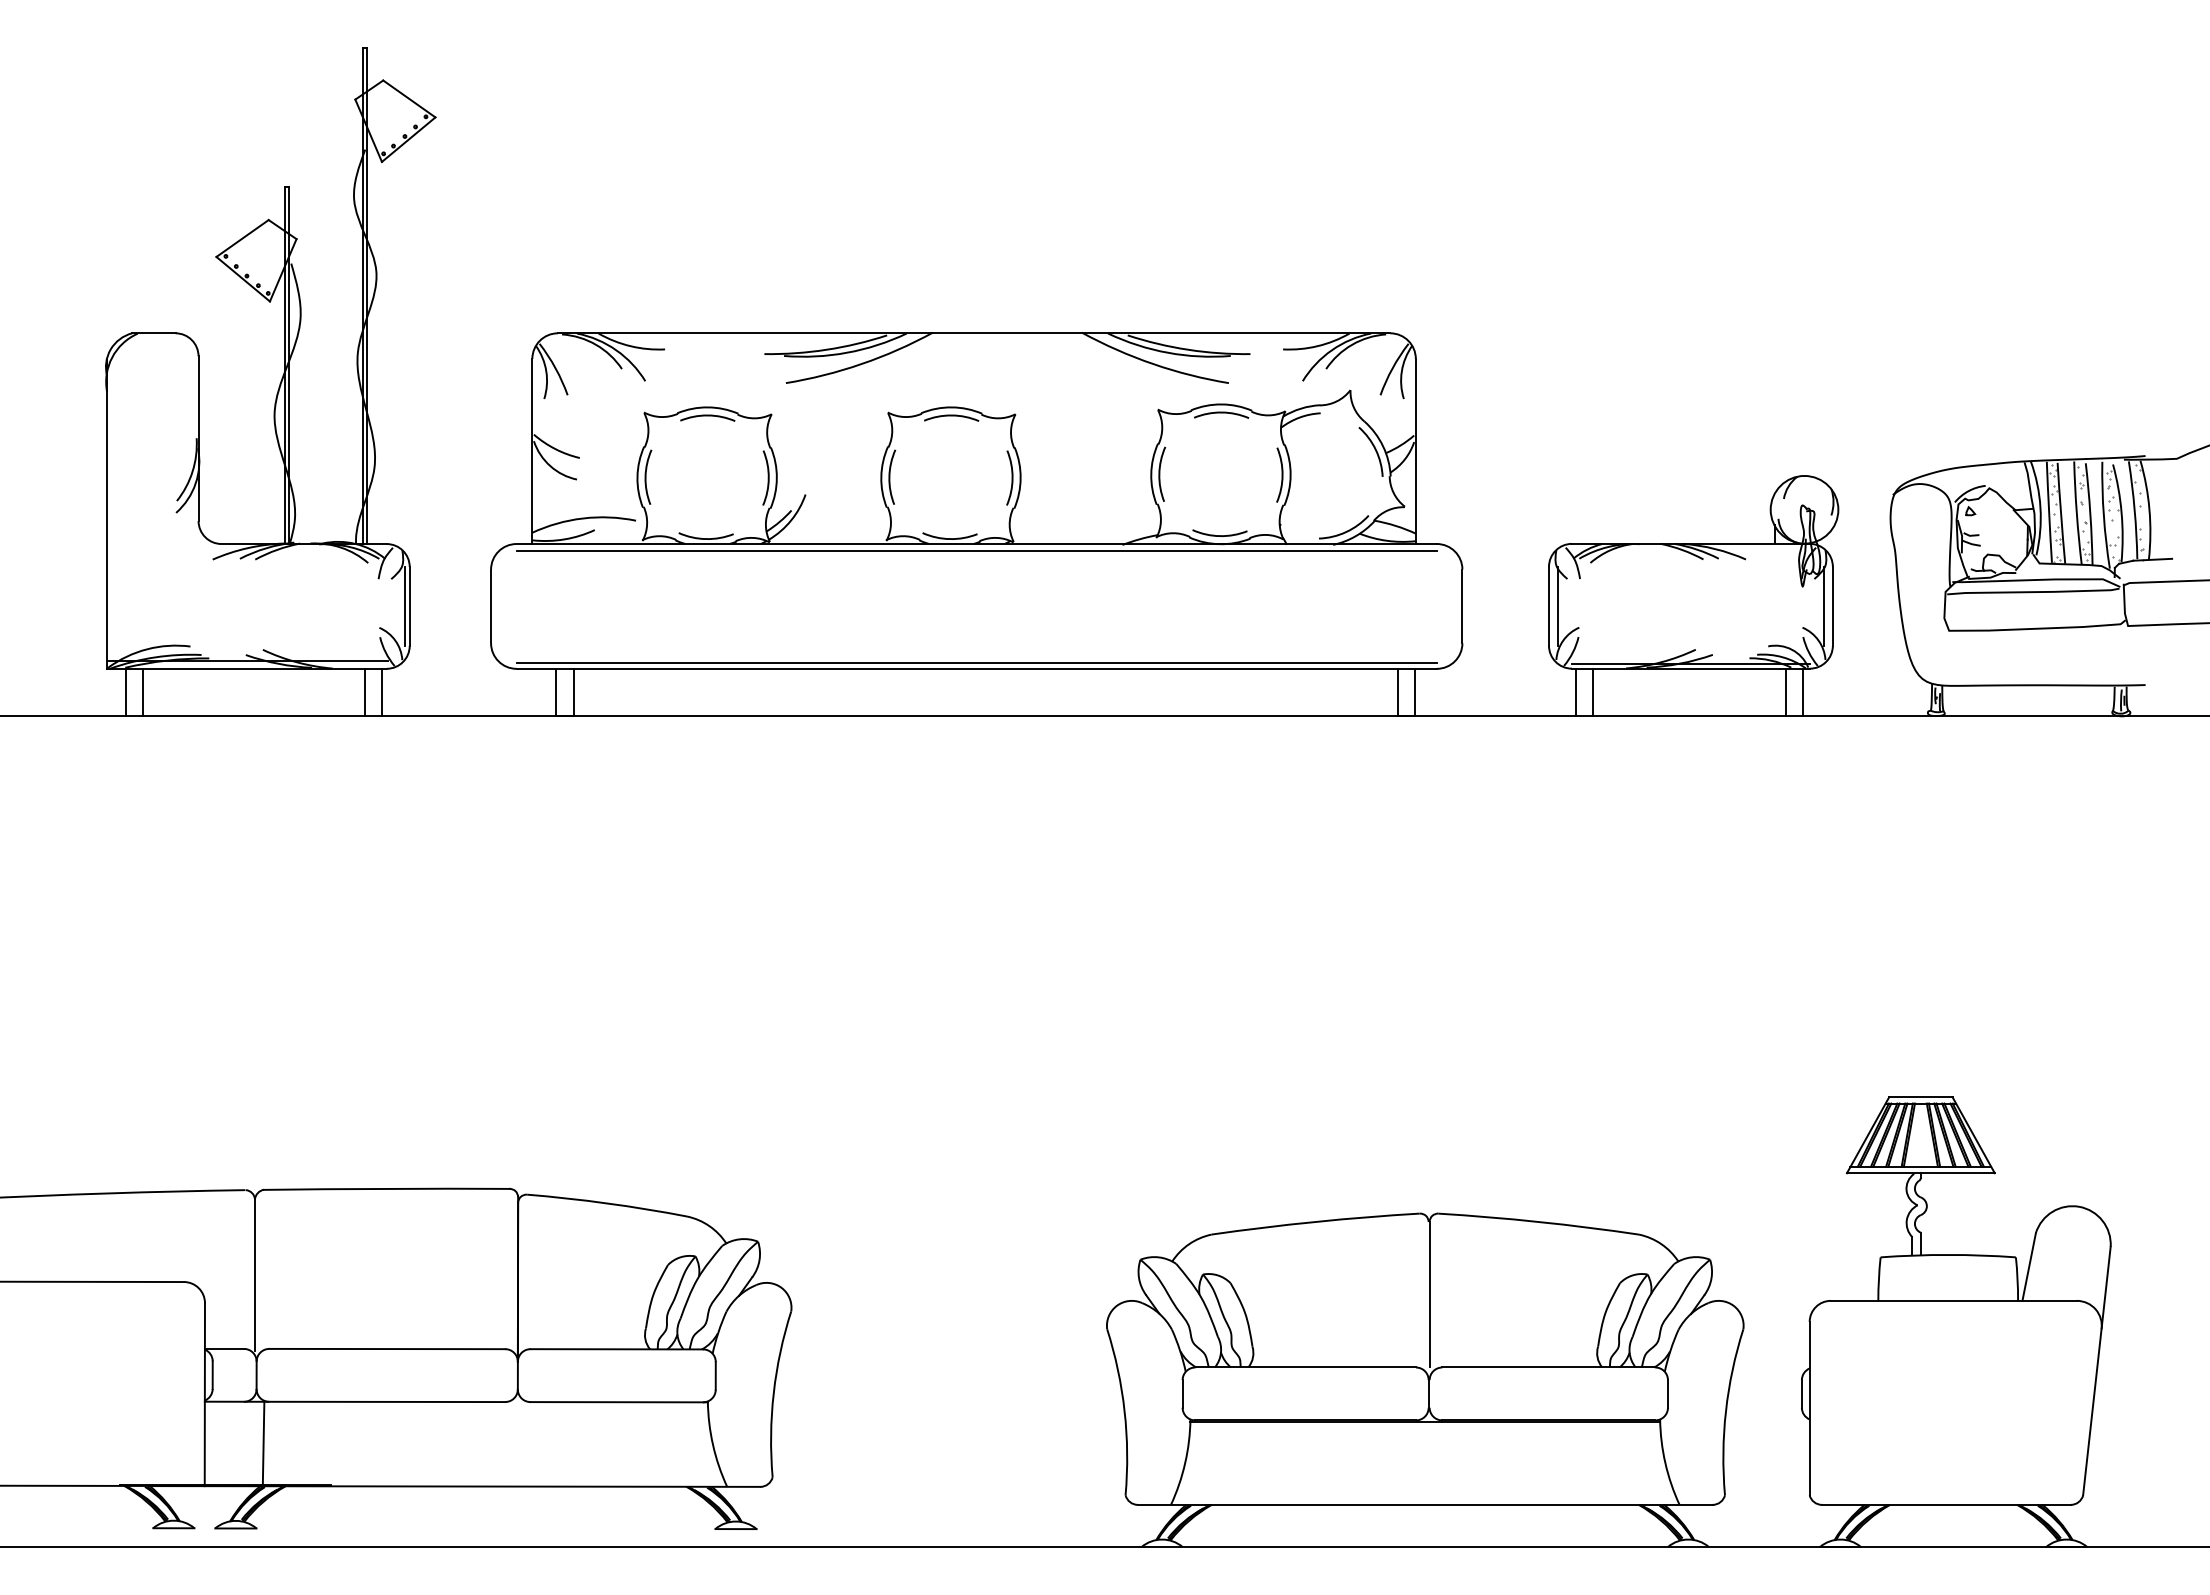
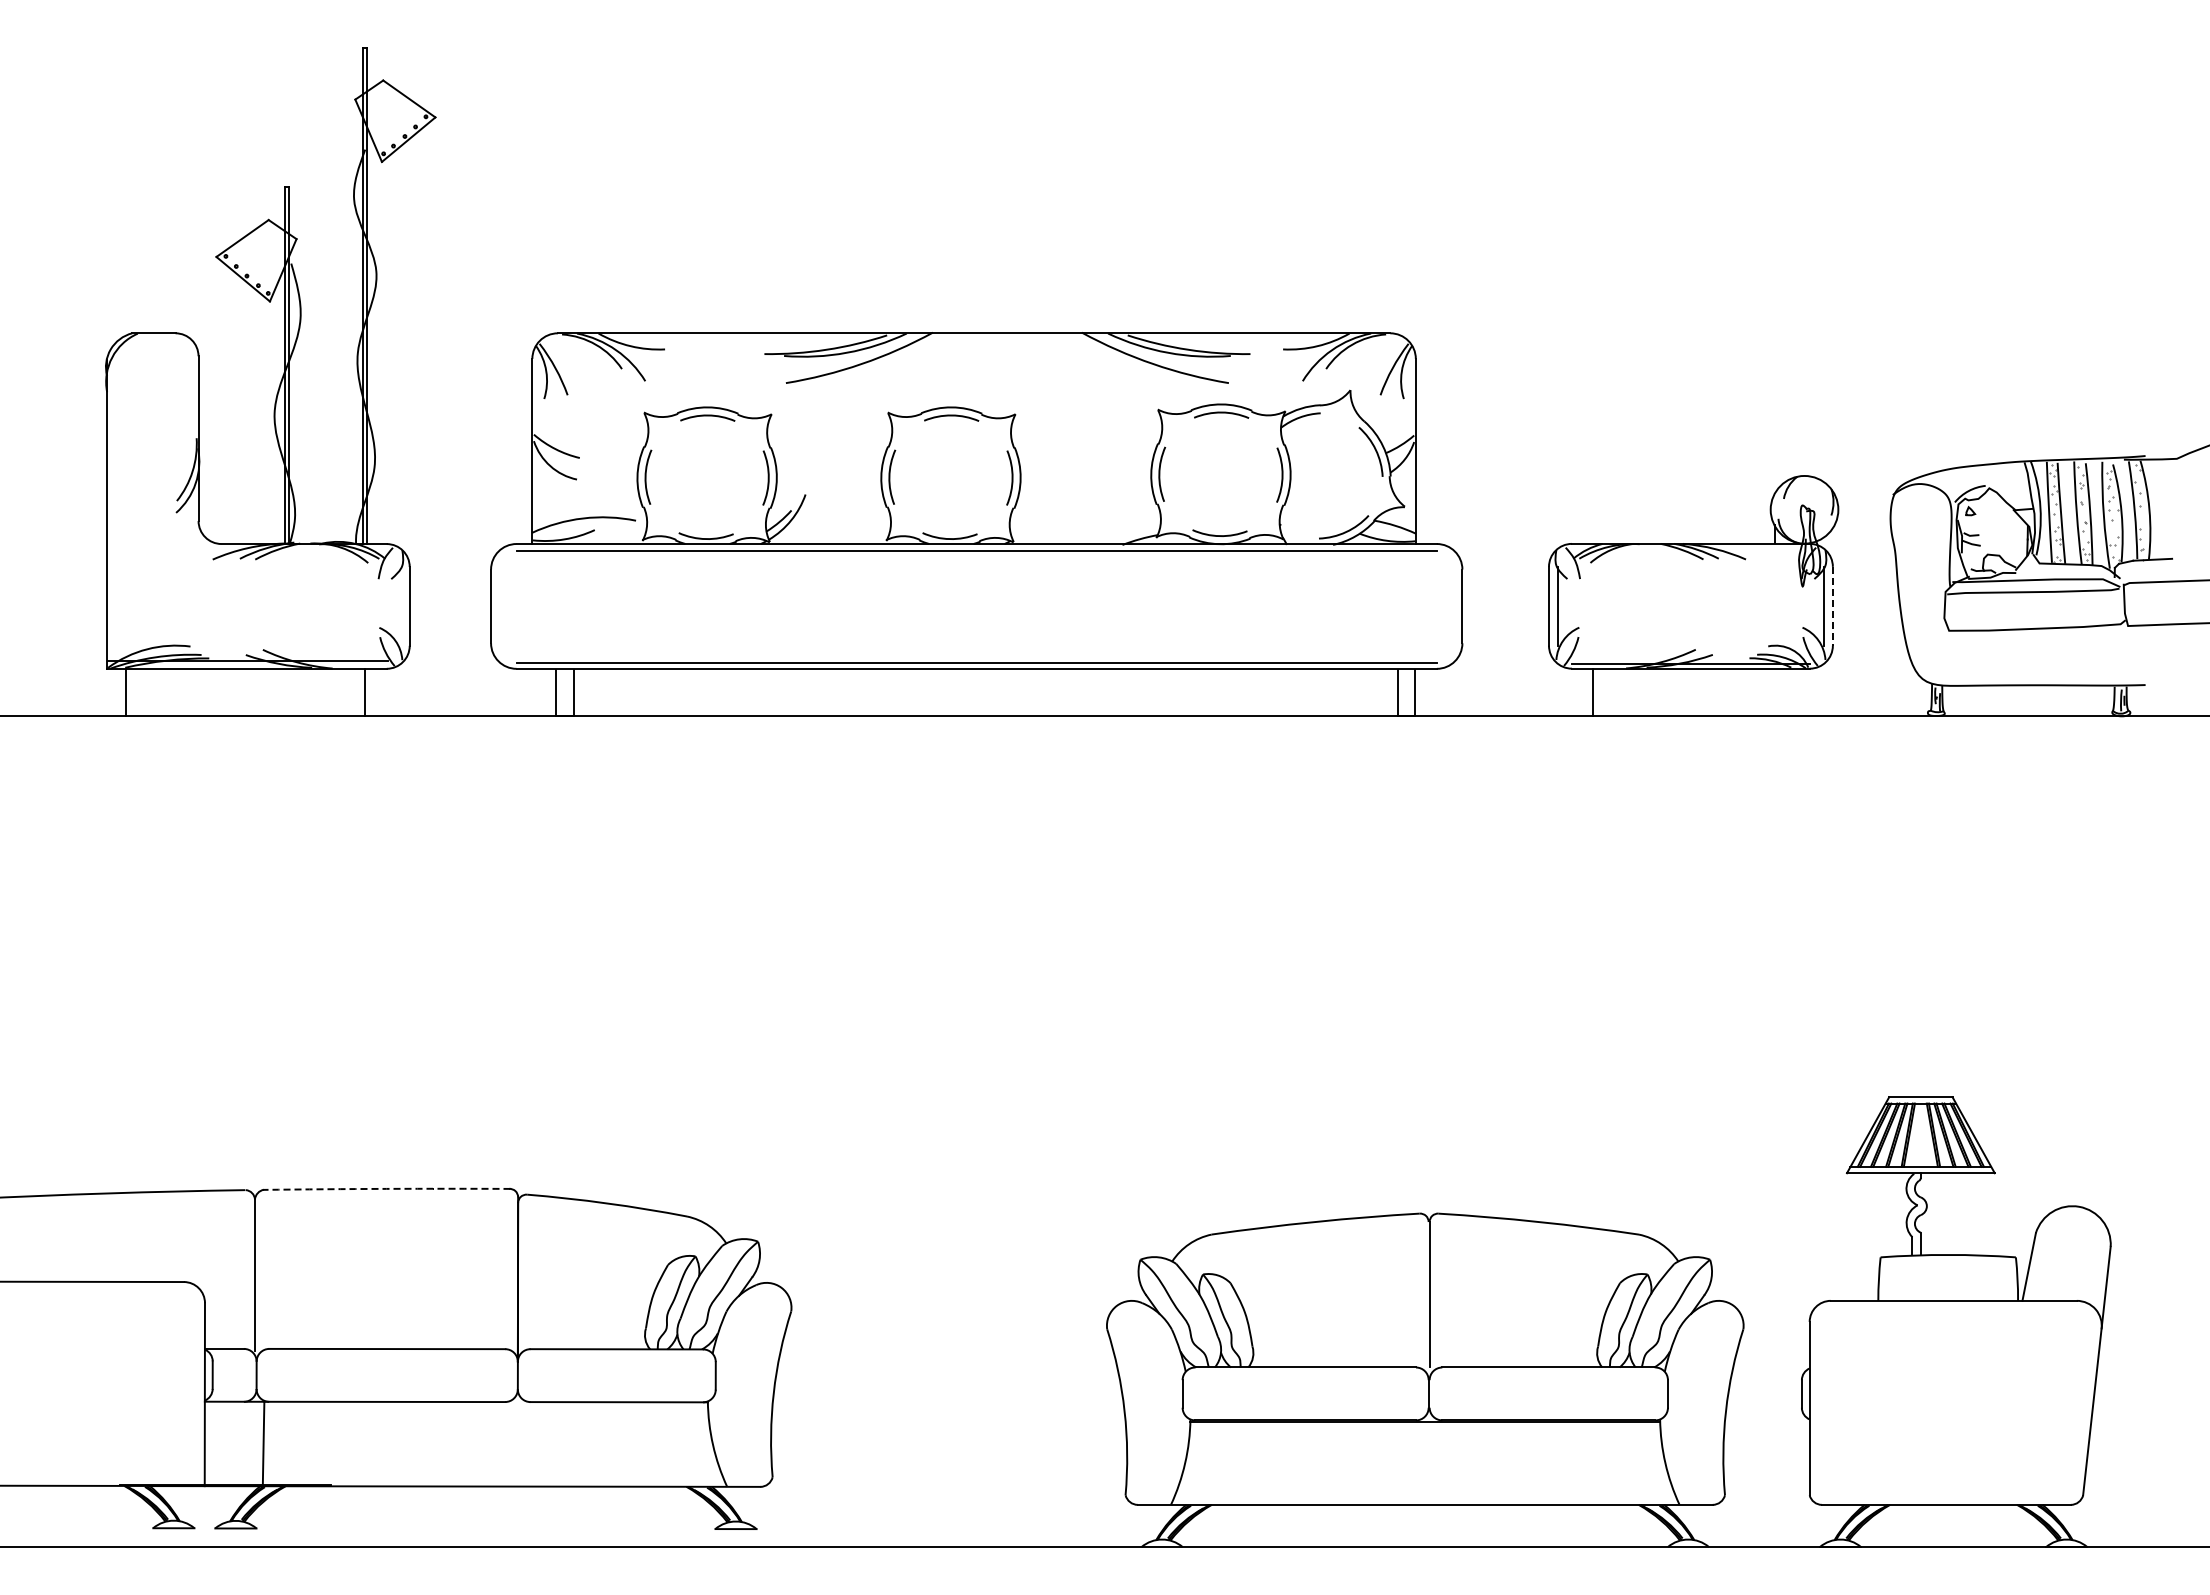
line at (405, 606): present -> none
line at (1832, 606): solid -> dashed
line at (142, 692): present -> none
line at (382, 692): present -> none
line at (1576, 692): present -> none
line at (1786, 692): present -> none
line at (1802, 692): present -> none
arc at (386, 1188): solid -> dashed
